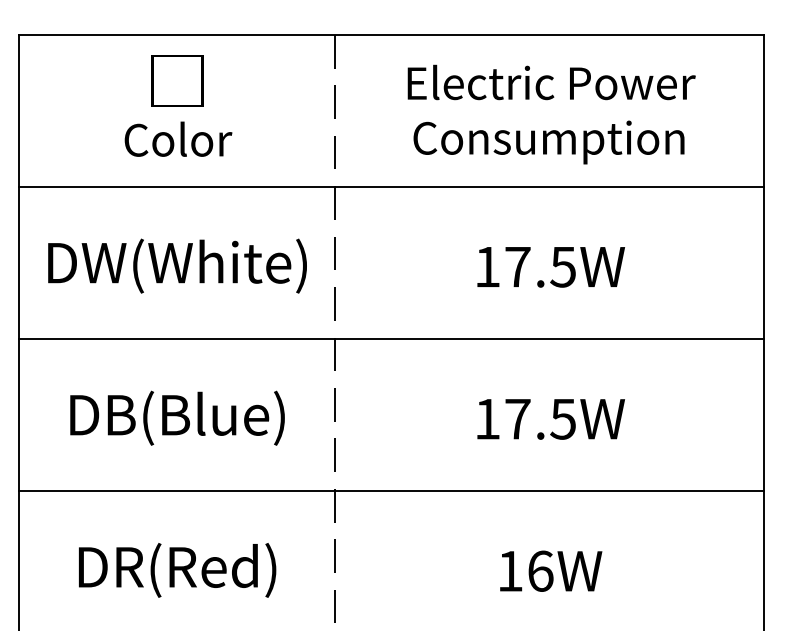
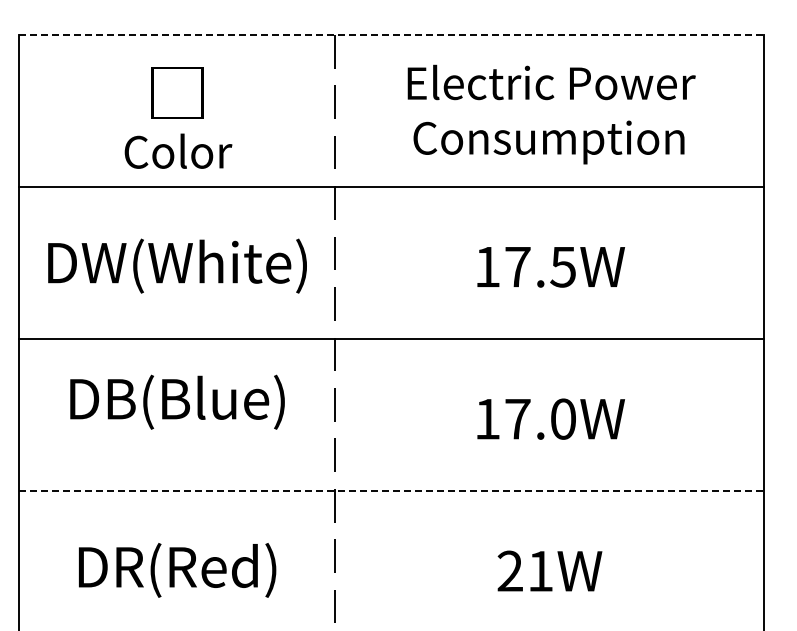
line at (392, 34): solid -> dashed
text at (178, 105) position: (178, 105) -> (178, 117)
text at (177, 417) position: (177, 417) -> (177, 401)
text at (562, 418): 17.5W -> 17.0W
line at (392, 491): solid -> dashed
text at (525, 570): 16W -> 21W
